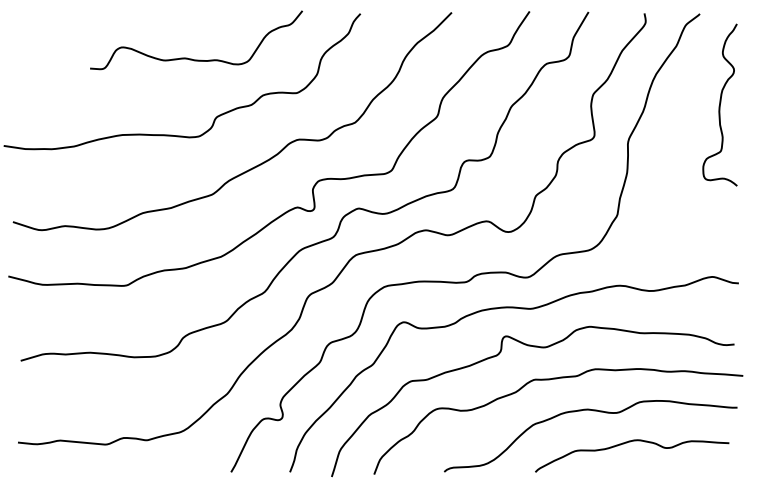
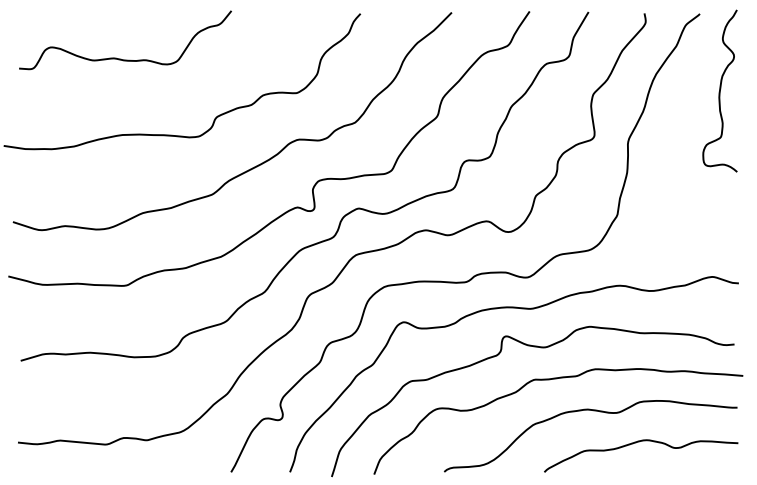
curve at (192, 58) position: (192, 58) -> (121, 58)
curve at (719, 104) position: (719, 104) -> (719, 90)
curve at (627, 443) position: (627, 443) -> (636, 443)
